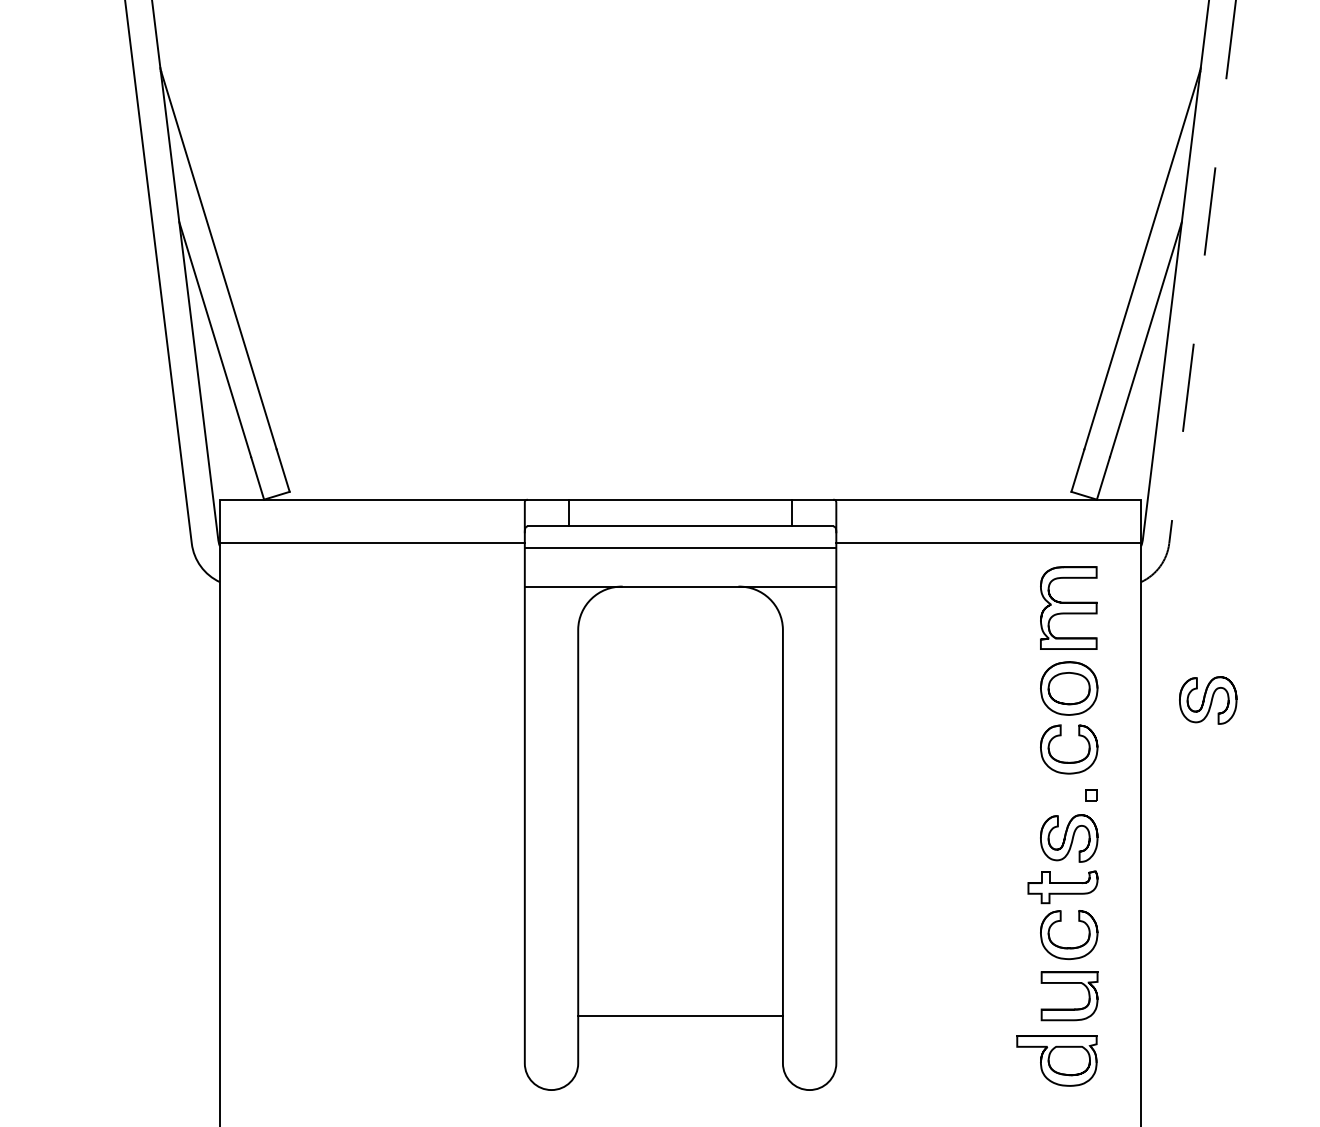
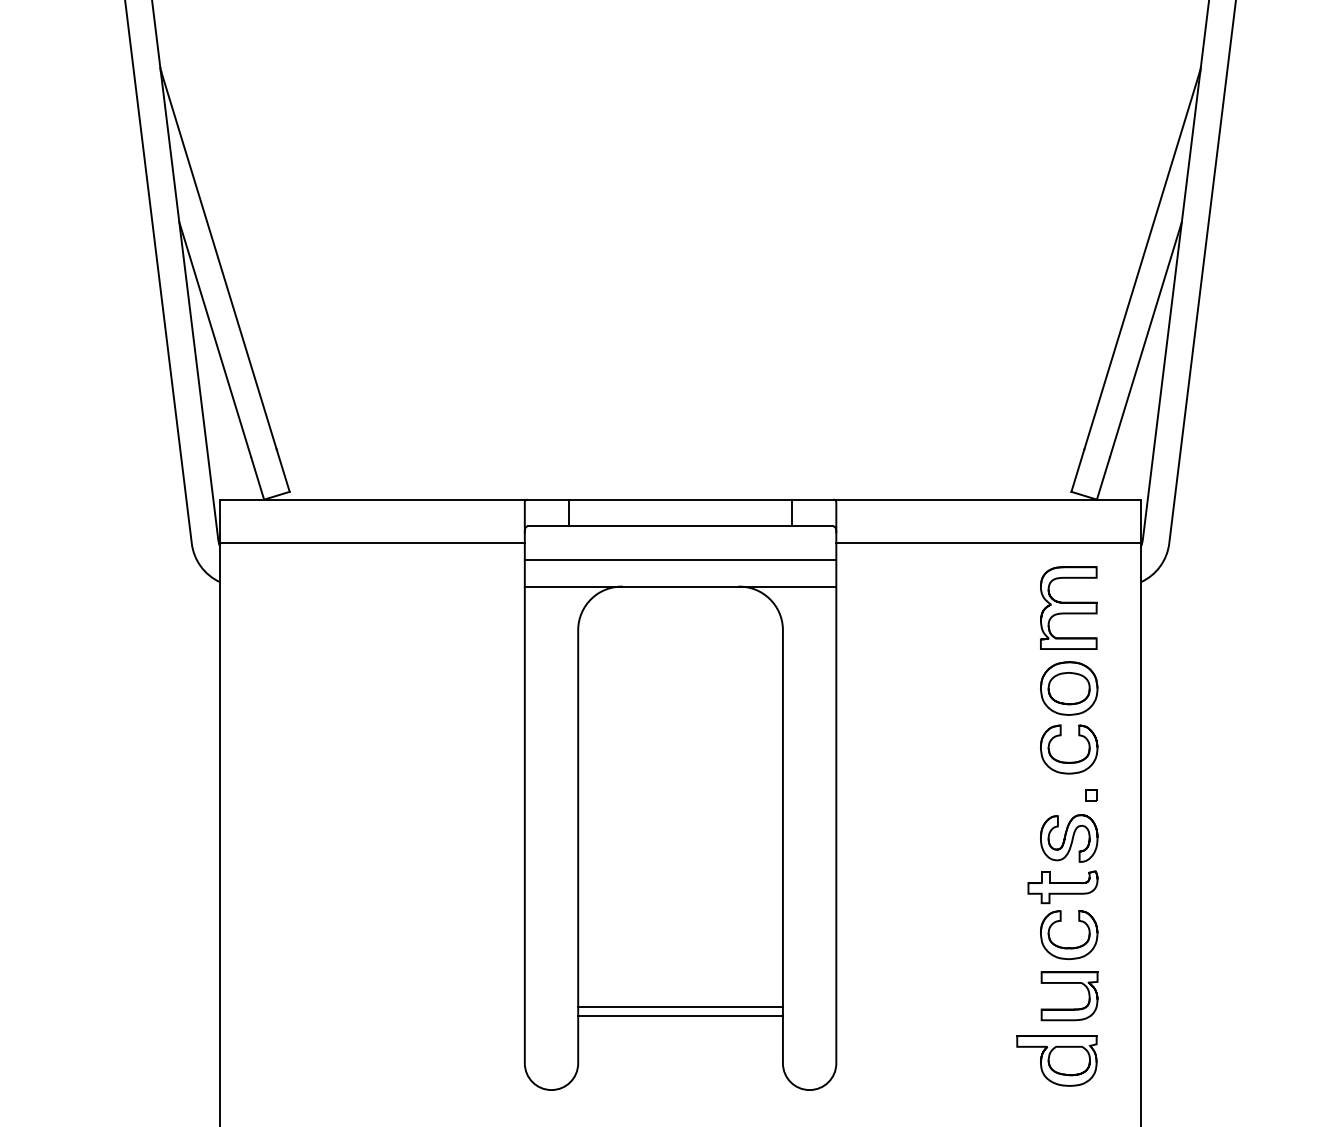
line at (1198, 303): dashed -> solid
line at (680, 547) position: (680, 547) -> (680, 559)
part at (1208, 700): present -> none
line at (680, 1006): none -> present
